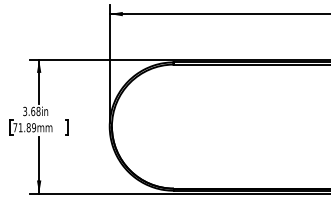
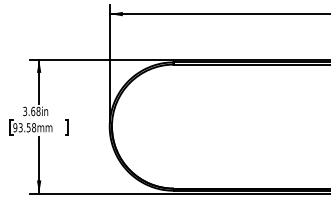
text at (24, 127): 71.89mm -> 93.58mm
